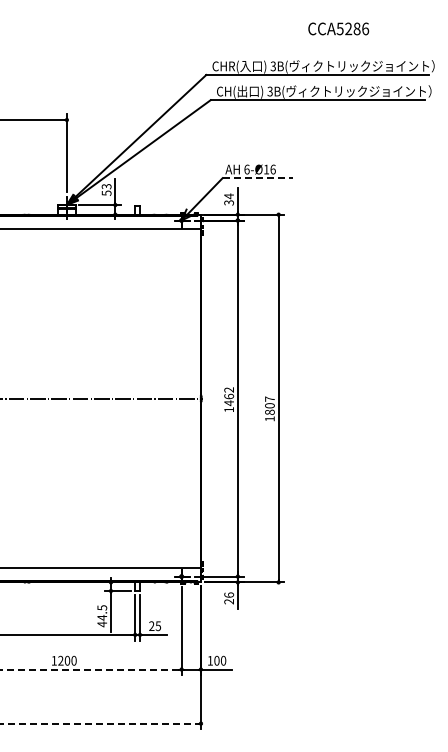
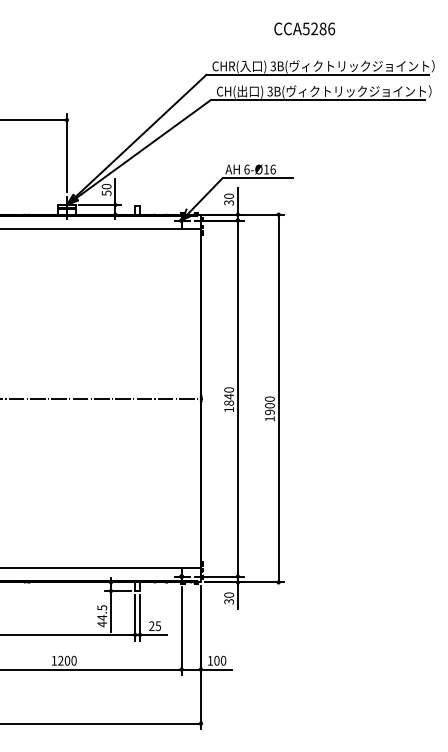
text at (338, 28) position: (338, 28) -> (304, 28)
line at (258, 178): dashed -> solid
text at (106, 186): 53 -> 50
text at (229, 196): 34 -> 30
text at (229, 396): 1462 -> 1840
text at (269, 405): 1807 -> 1900
text at (229, 598): 26 -> 30
line at (90, 669): dashed -> solid
line at (99, 723): dashed -> solid
